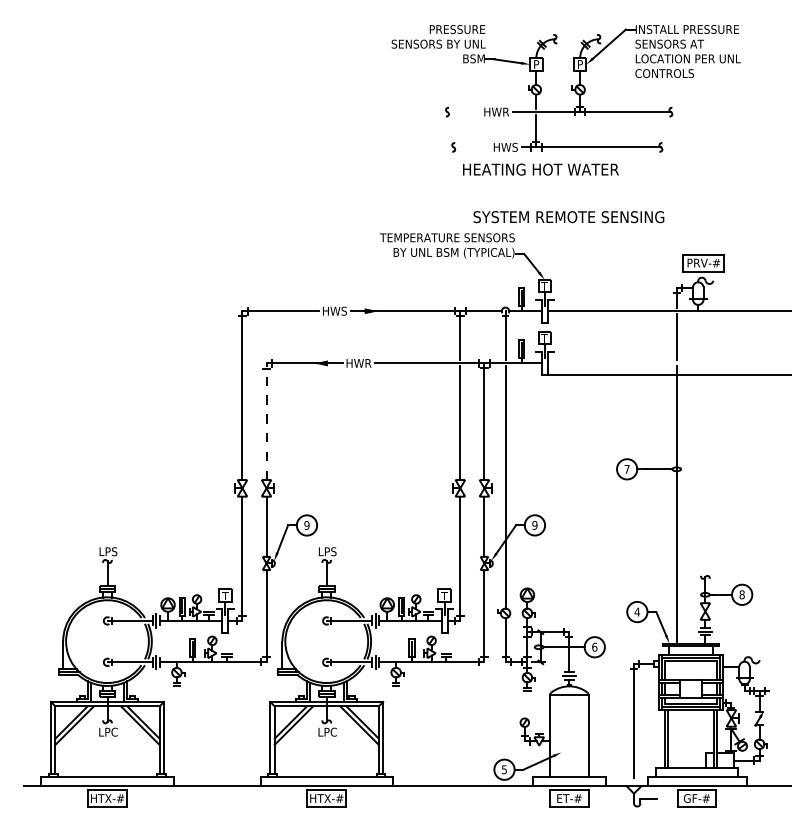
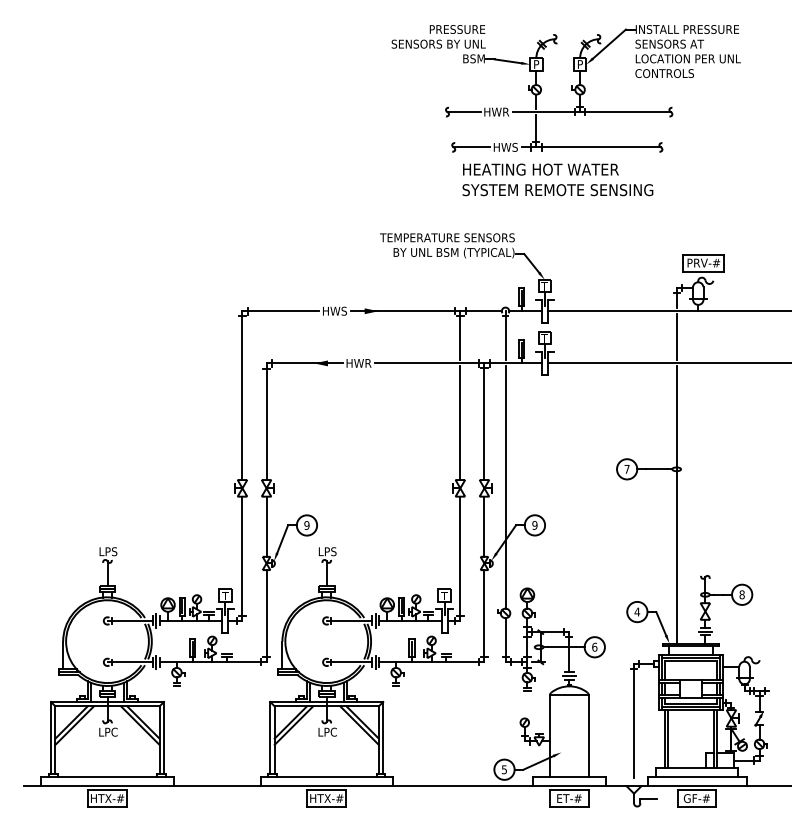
line at (463, 112): none -> present
line at (471, 147): none -> present
text at (568, 217) position: (568, 217) -> (557, 190)
line at (667, 375) position: (667, 375) -> (667, 363)
line at (266, 421): dashed -> solid
